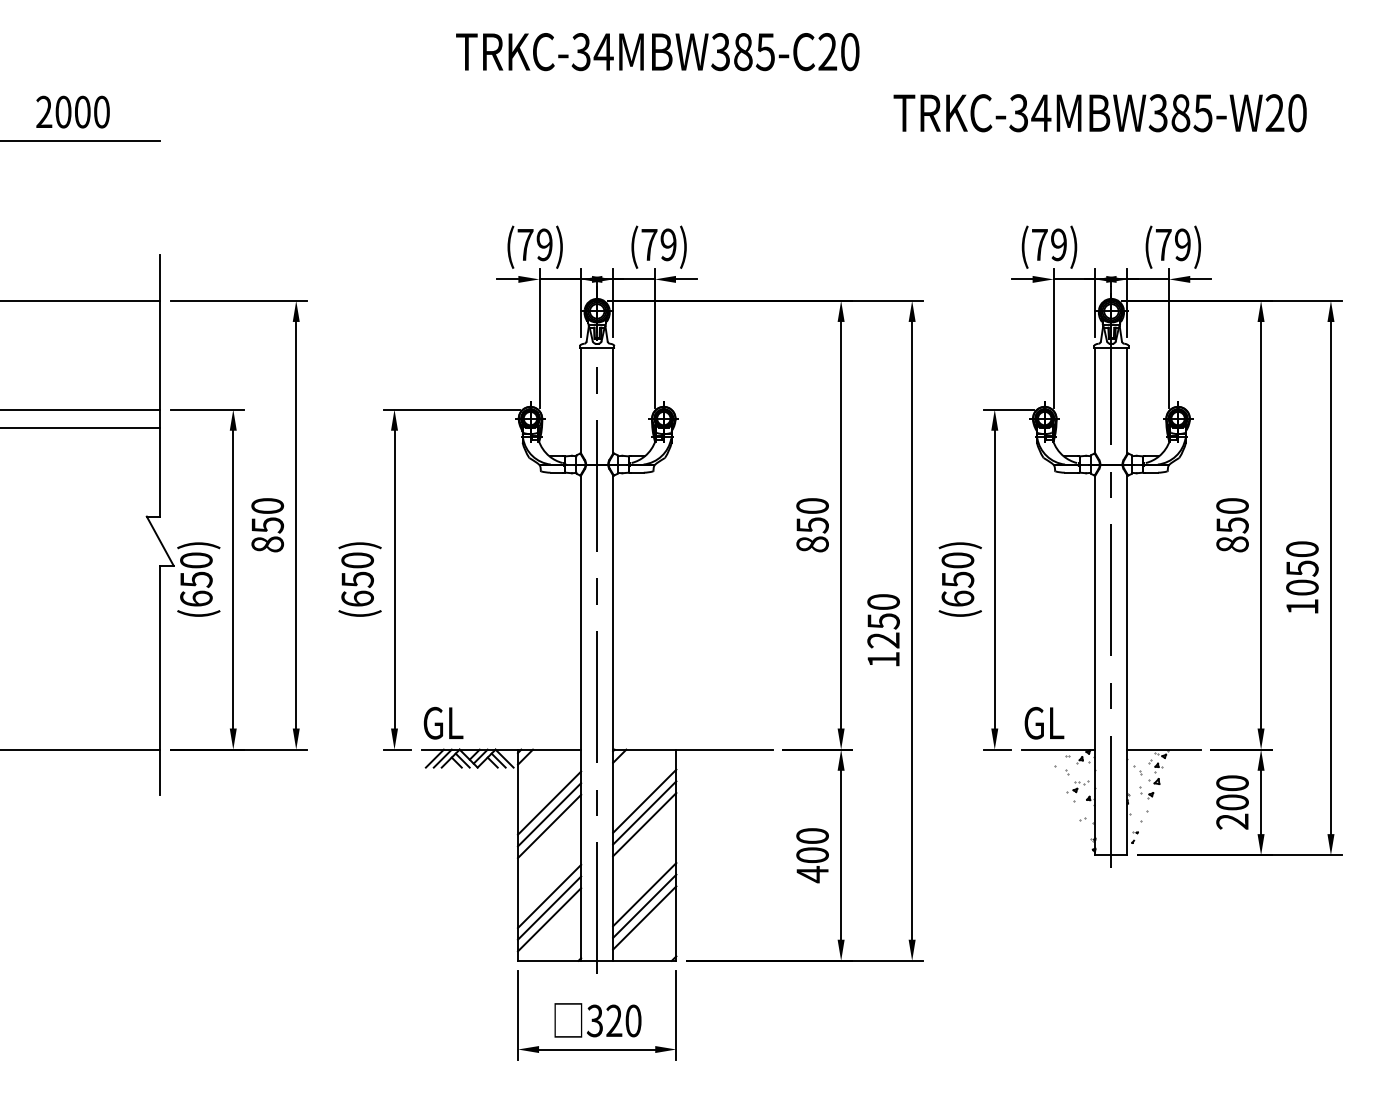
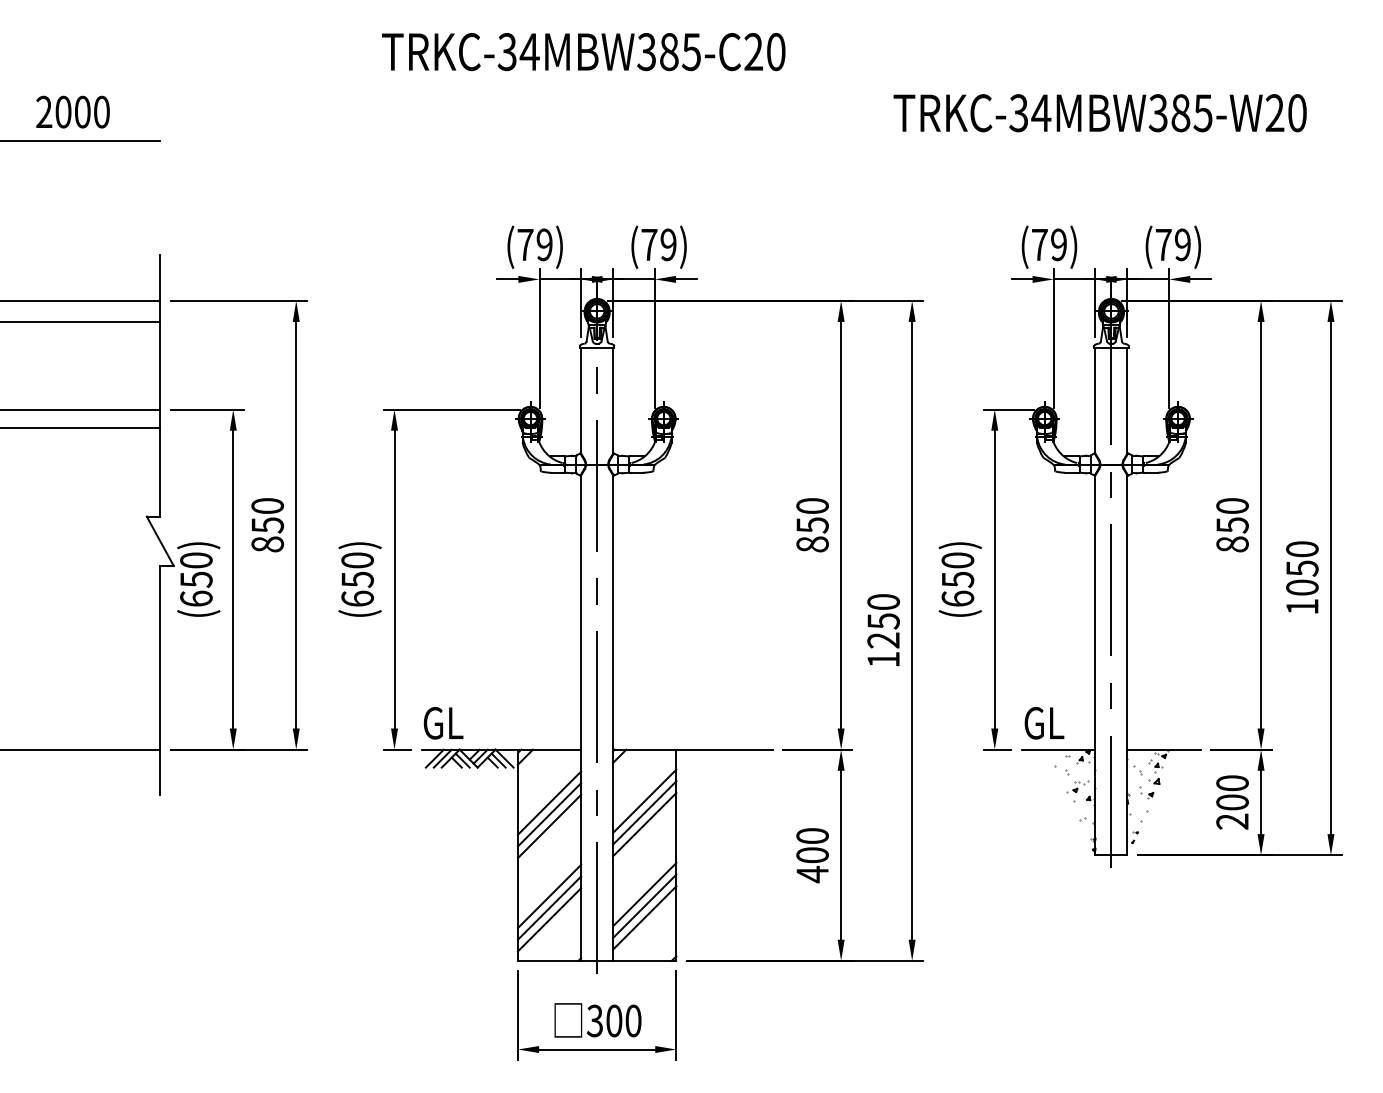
text at (657, 52) position: (657, 52) -> (583, 52)
line at (81, 321): none -> present
text at (614, 1020): 320 -> 300
